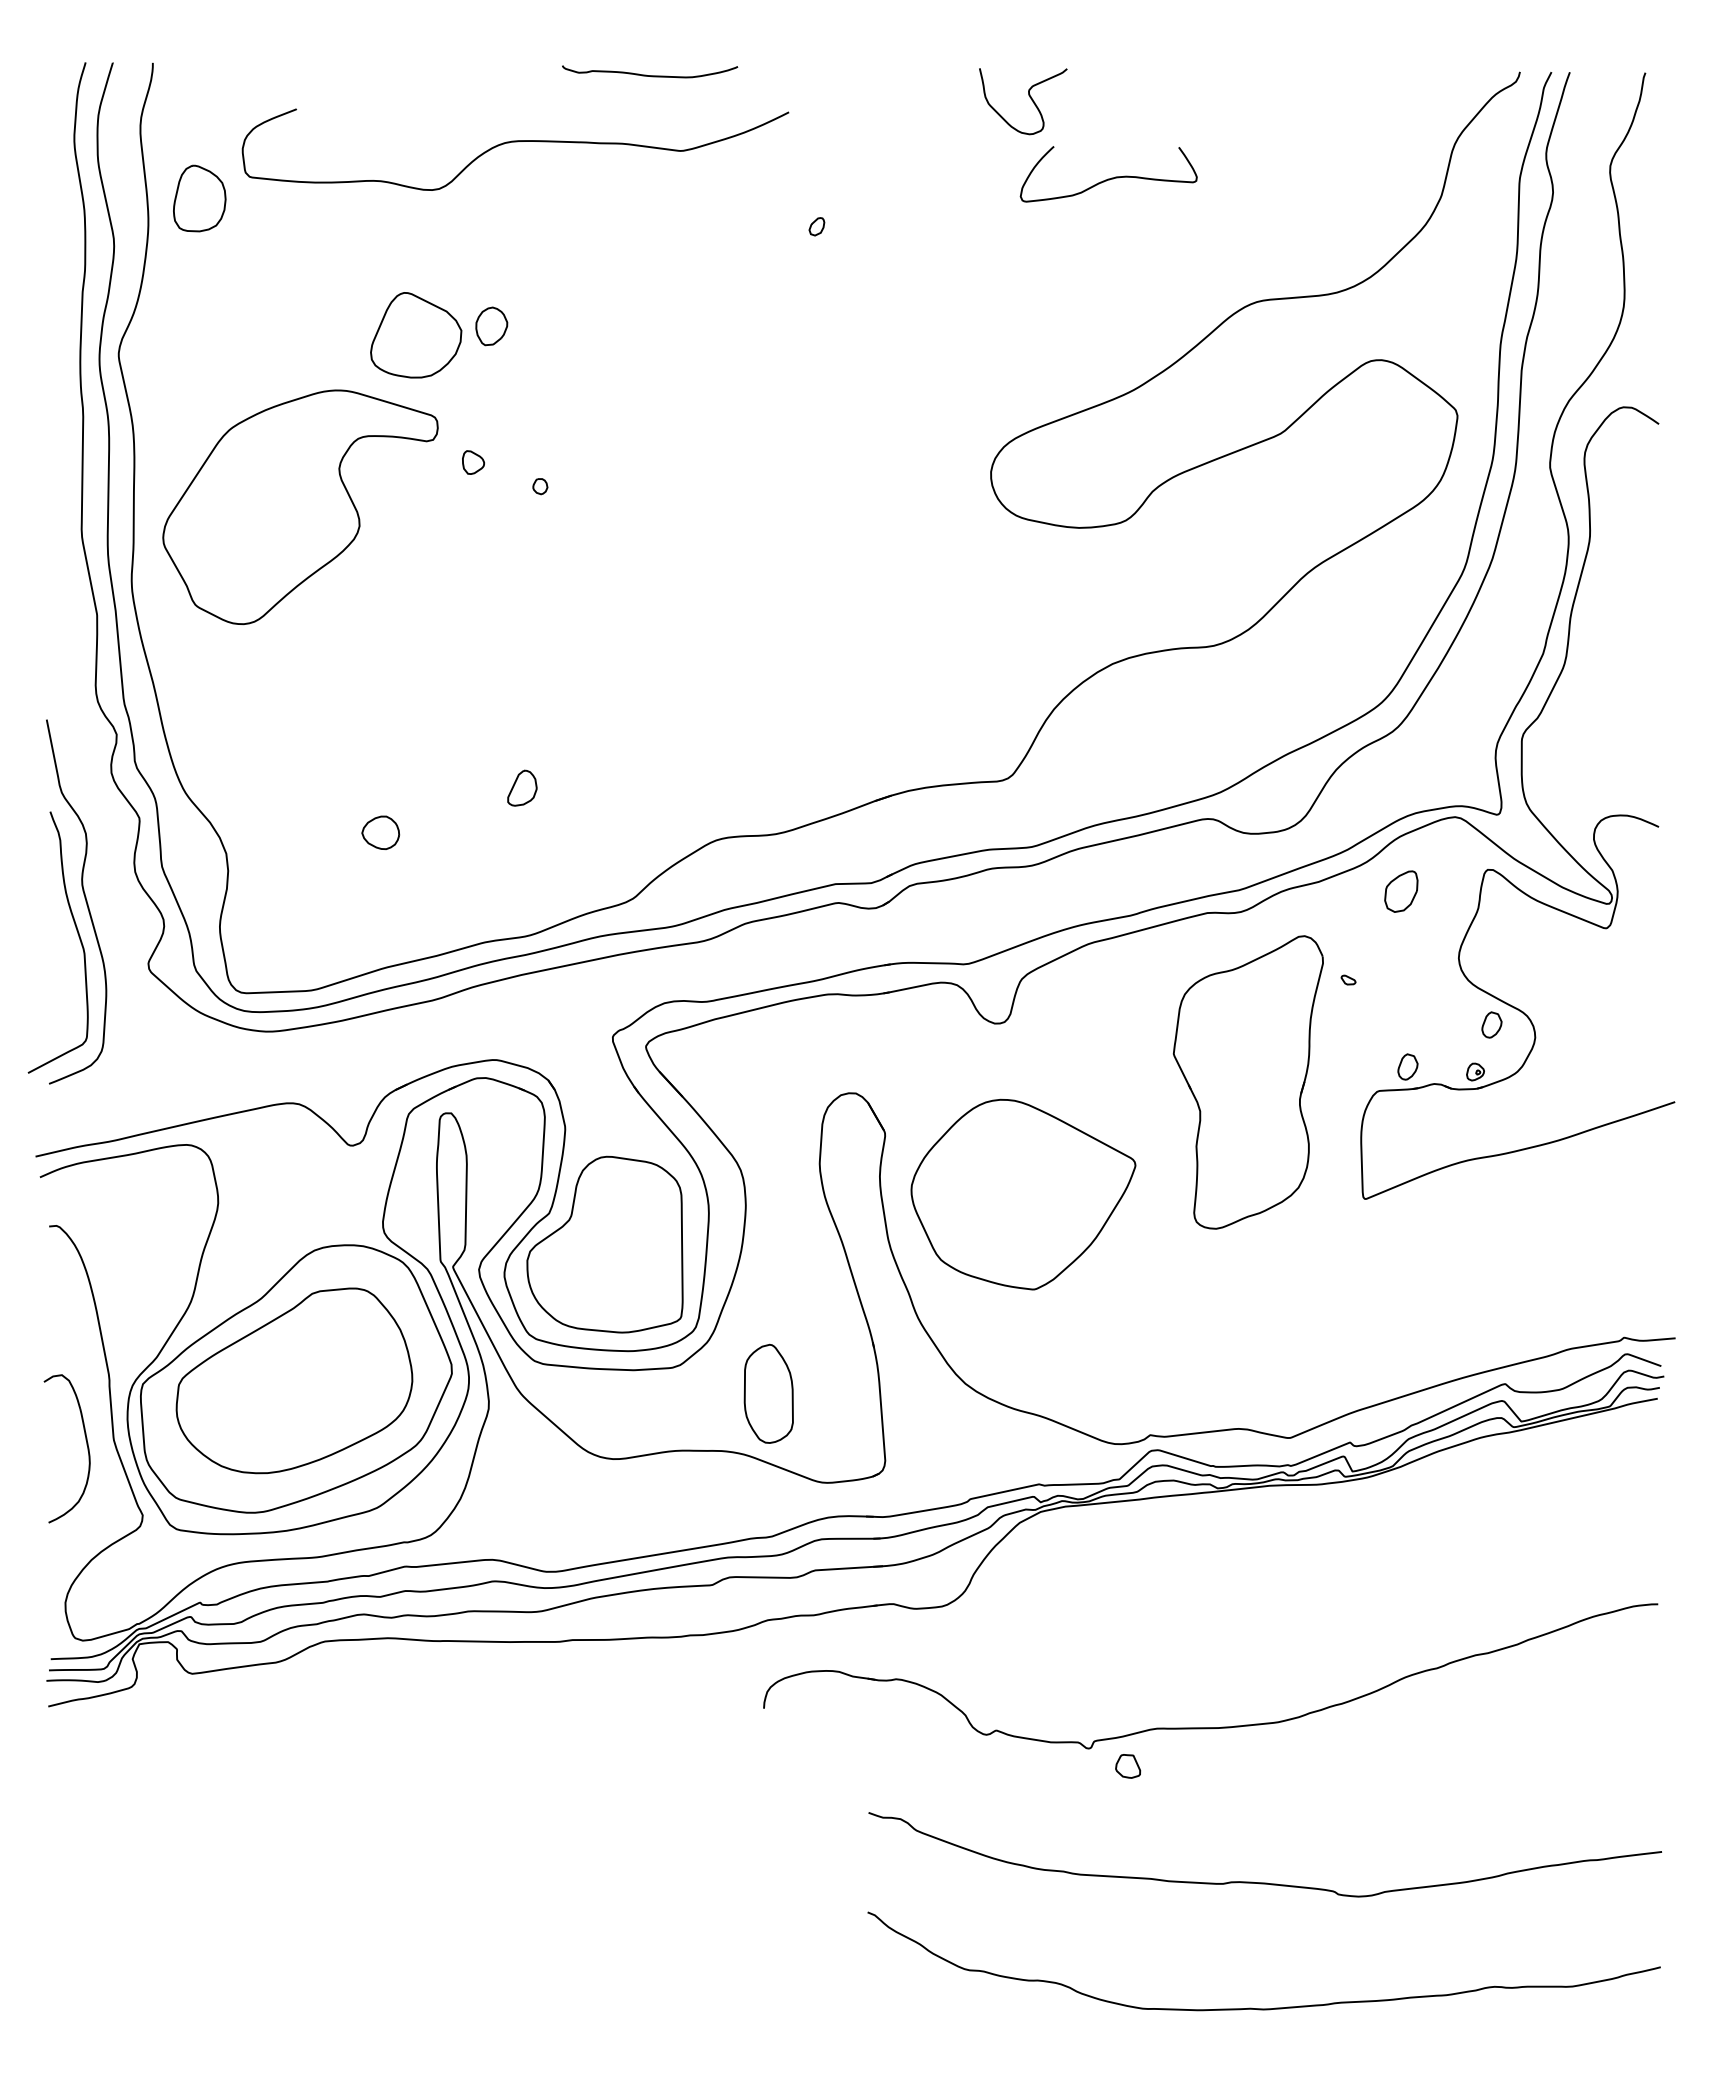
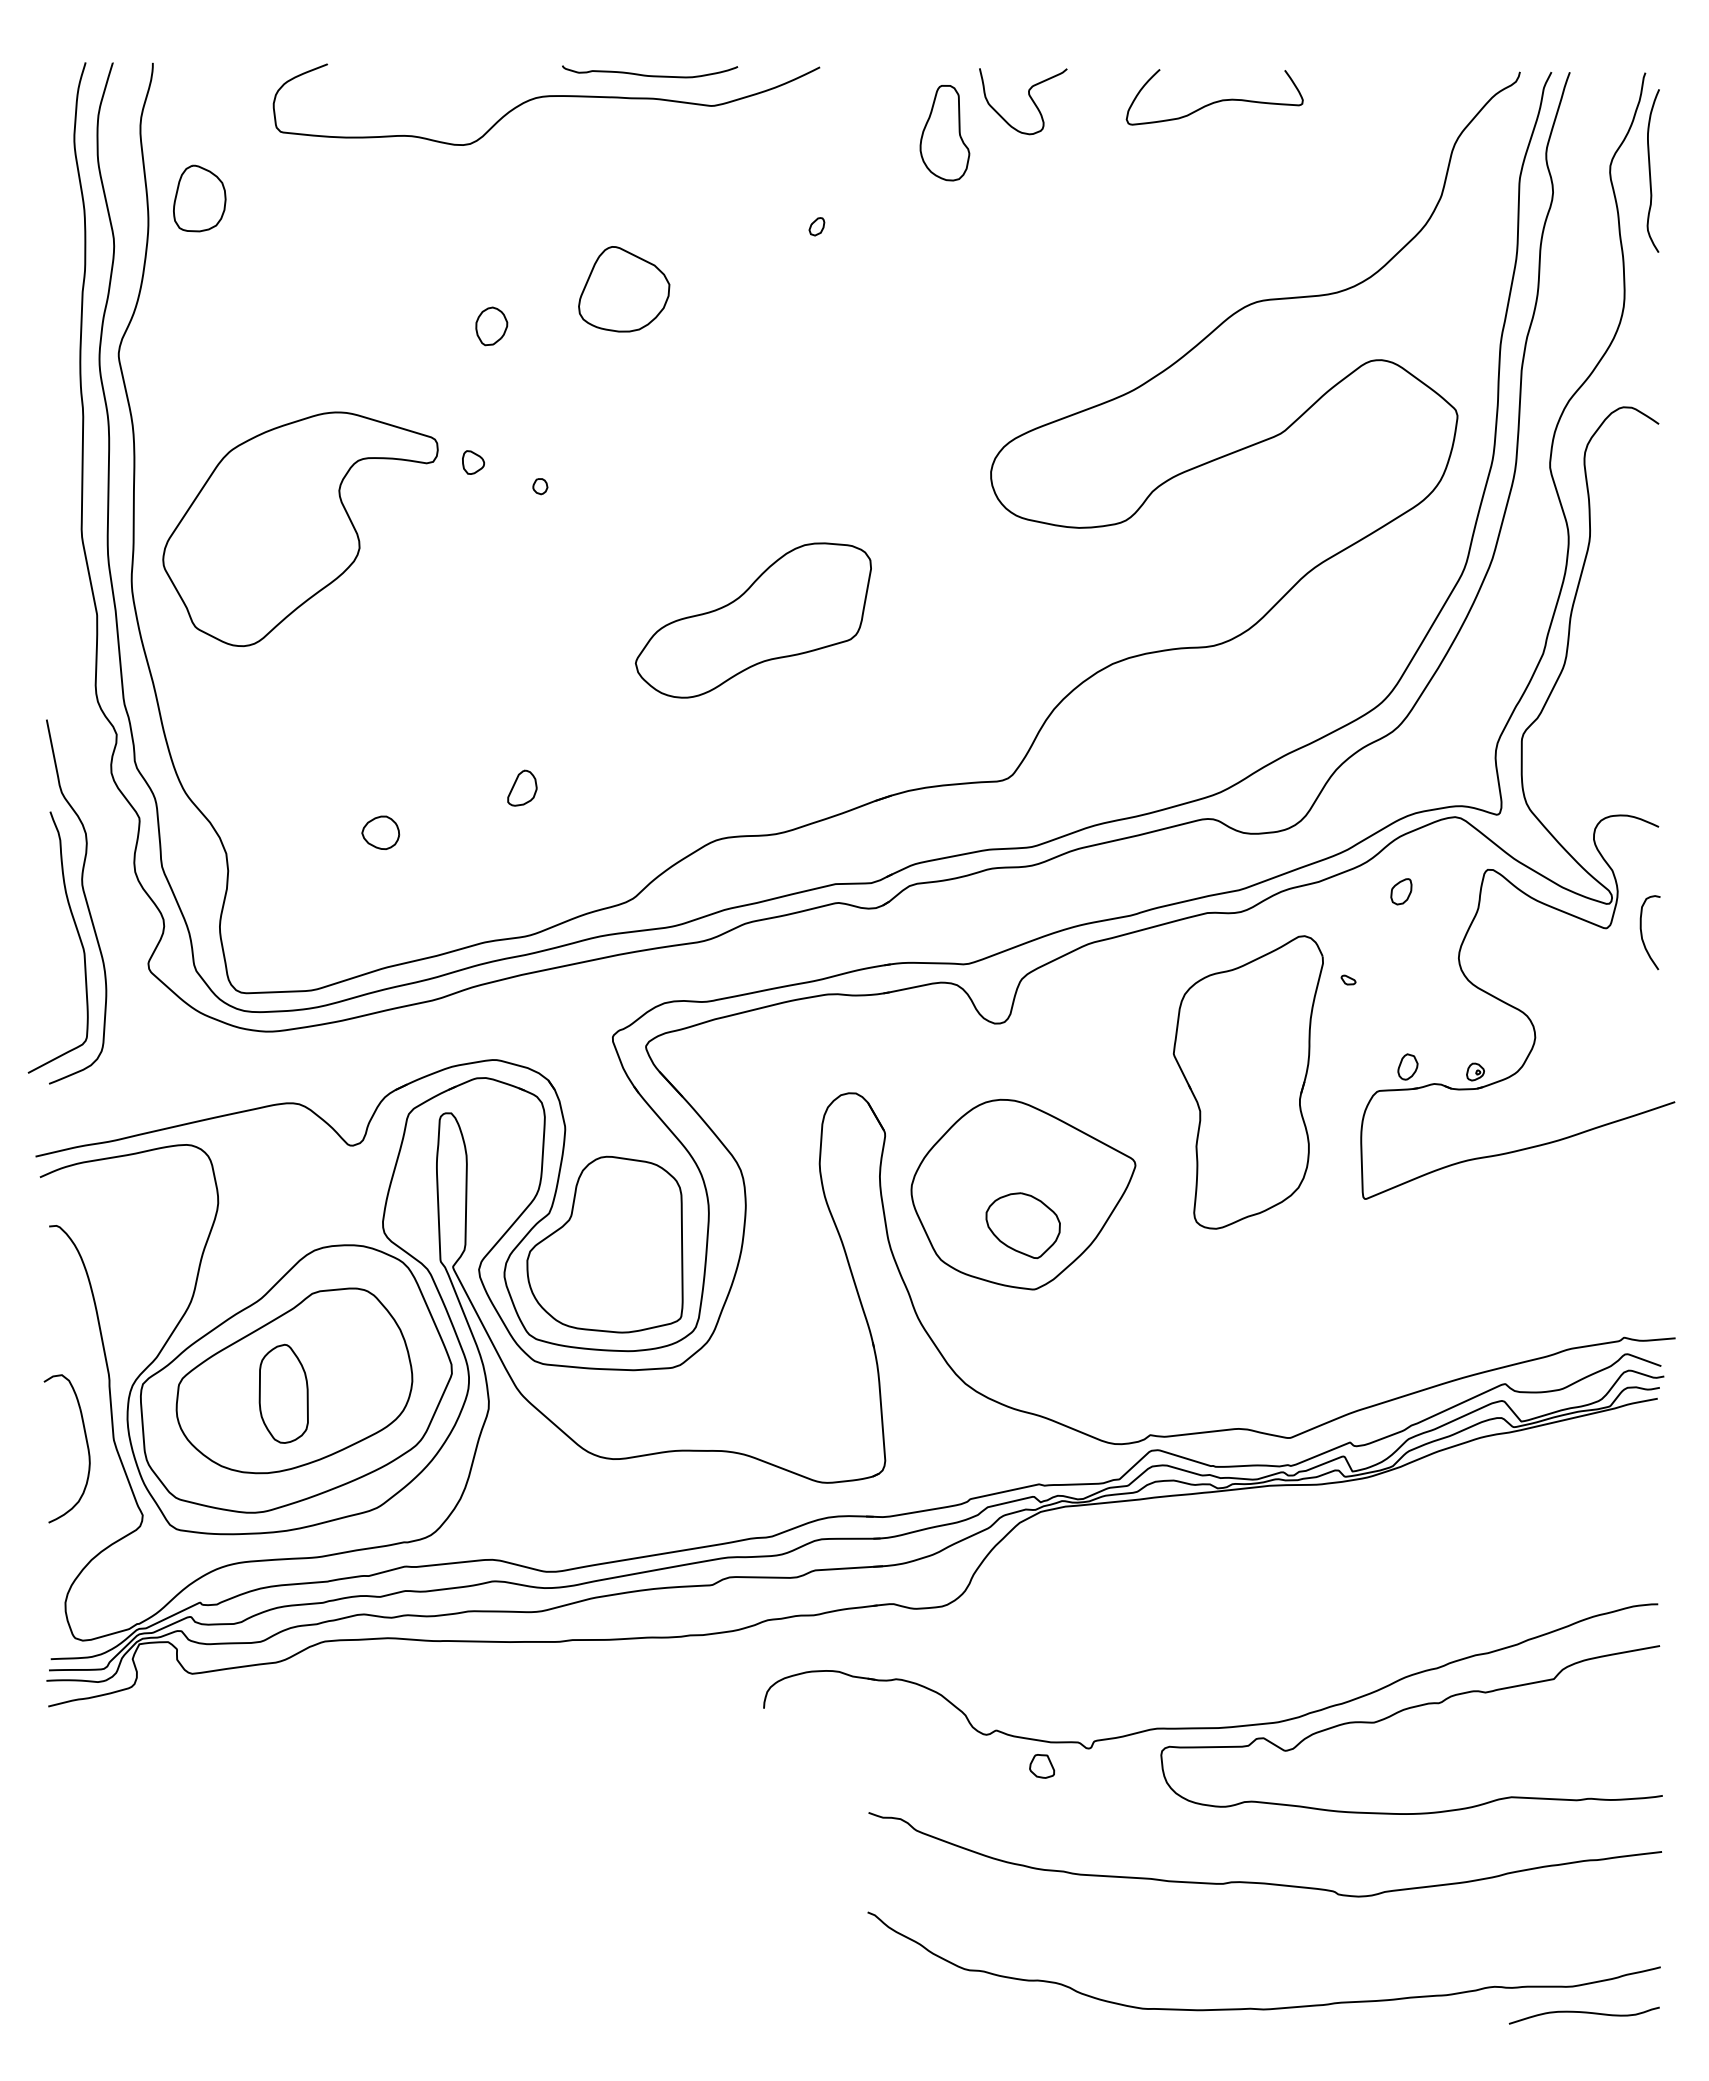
part at (944, 133): none -> present
curve at (515, 142) position: (515, 142) -> (546, 97)
curve at (1650, 170): none -> present
curve at (1108, 178) position: (1108, 178) -> (1214, 101)
part at (416, 335) position: (416, 335) -> (624, 289)
part at (300, 507) position: (300, 507) -> (300, 529)
part at (753, 620): none -> present
part at (1401, 891) size: 35x43 px -> 23x28 px
curve at (1642, 932): none -> present
part at (1491, 1024): present -> none
part at (1022, 1225): none -> present
part at (768, 1393) position: (768, 1393) -> (283, 1393)
curve at (1405, 1710): none -> present
part at (1128, 1766) position: (1128, 1766) -> (1042, 1766)
curve at (1583, 2013): none -> present
